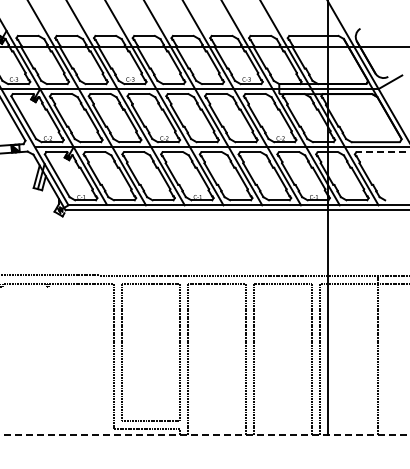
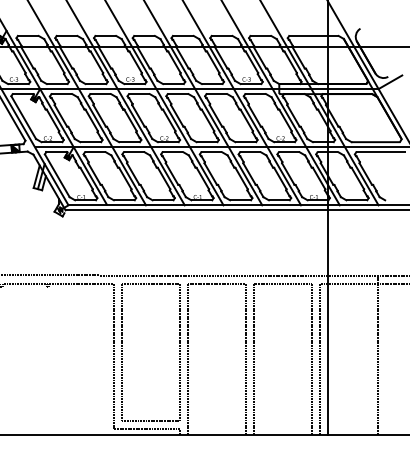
line at (381, 152): dashed -> solid
line at (205, 434): dashed -> solid
